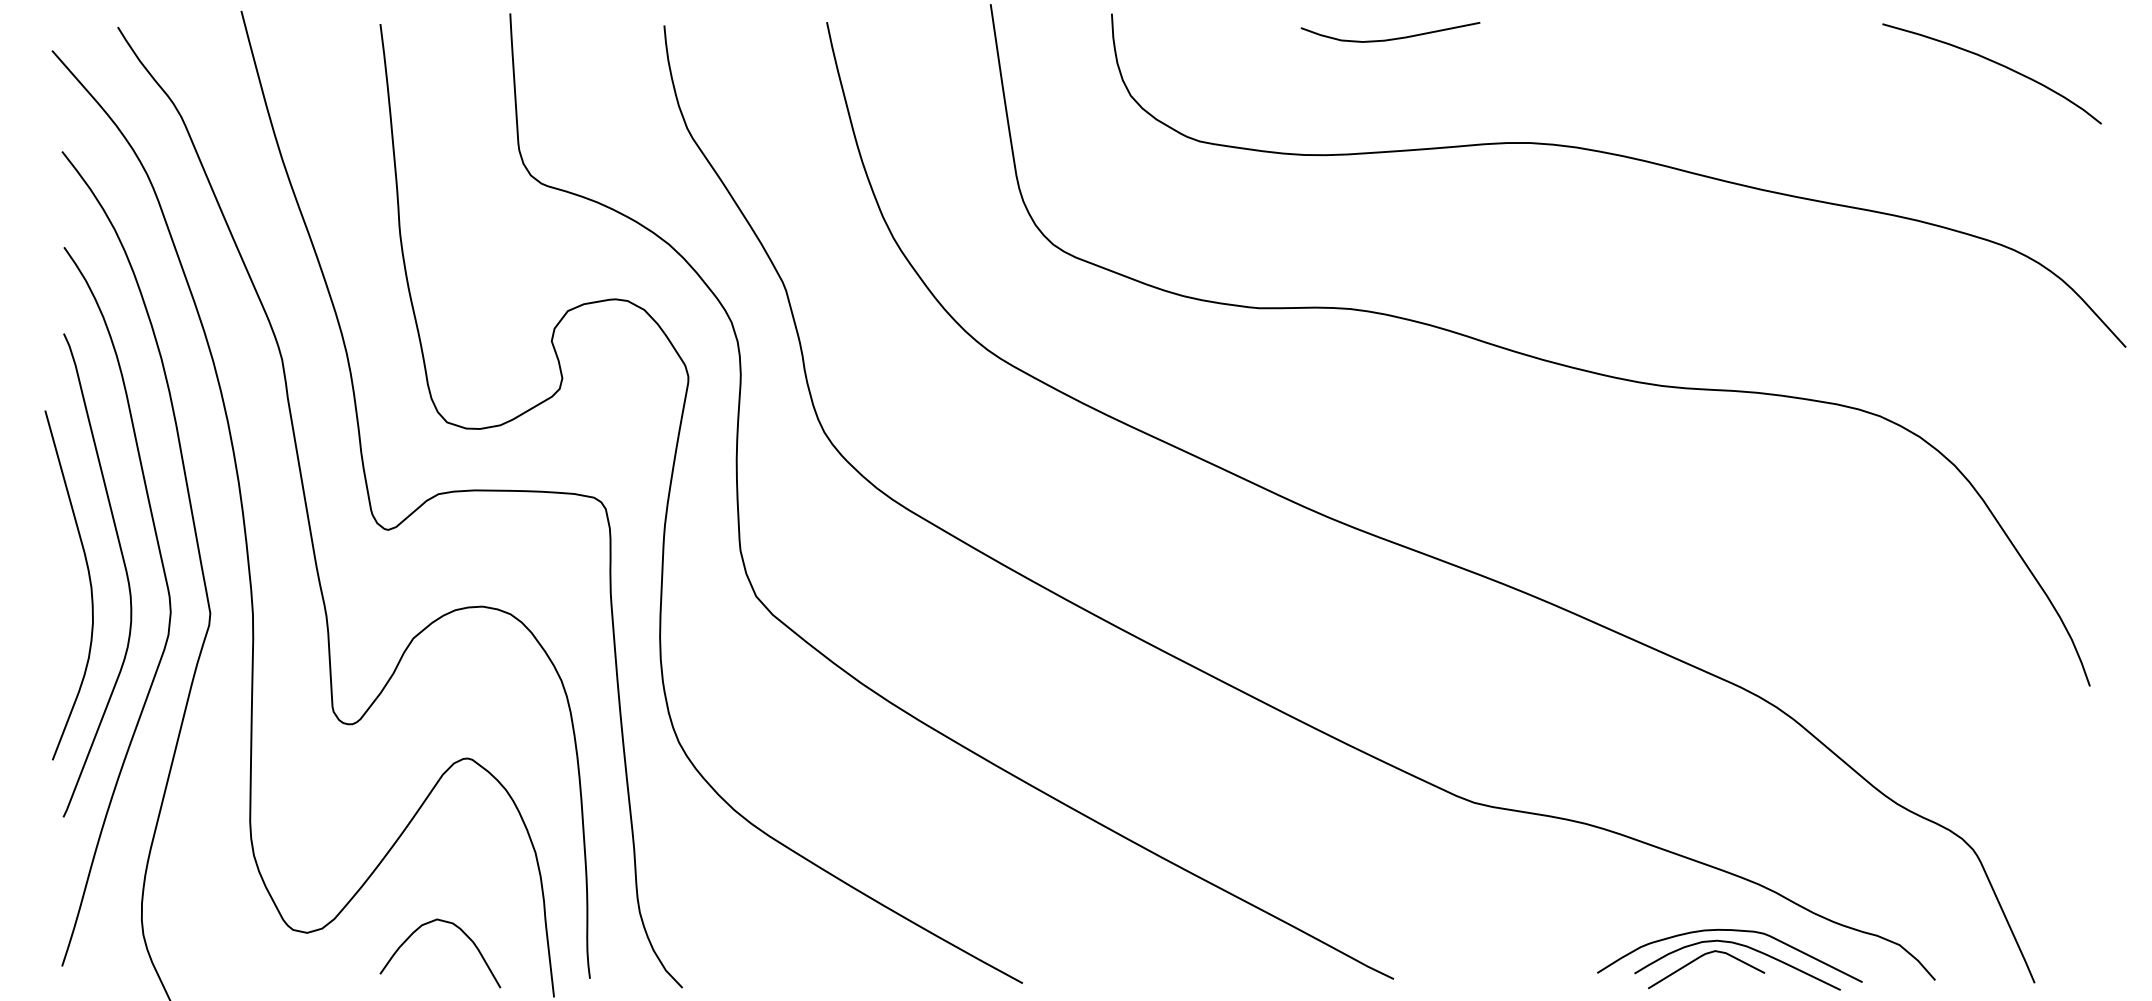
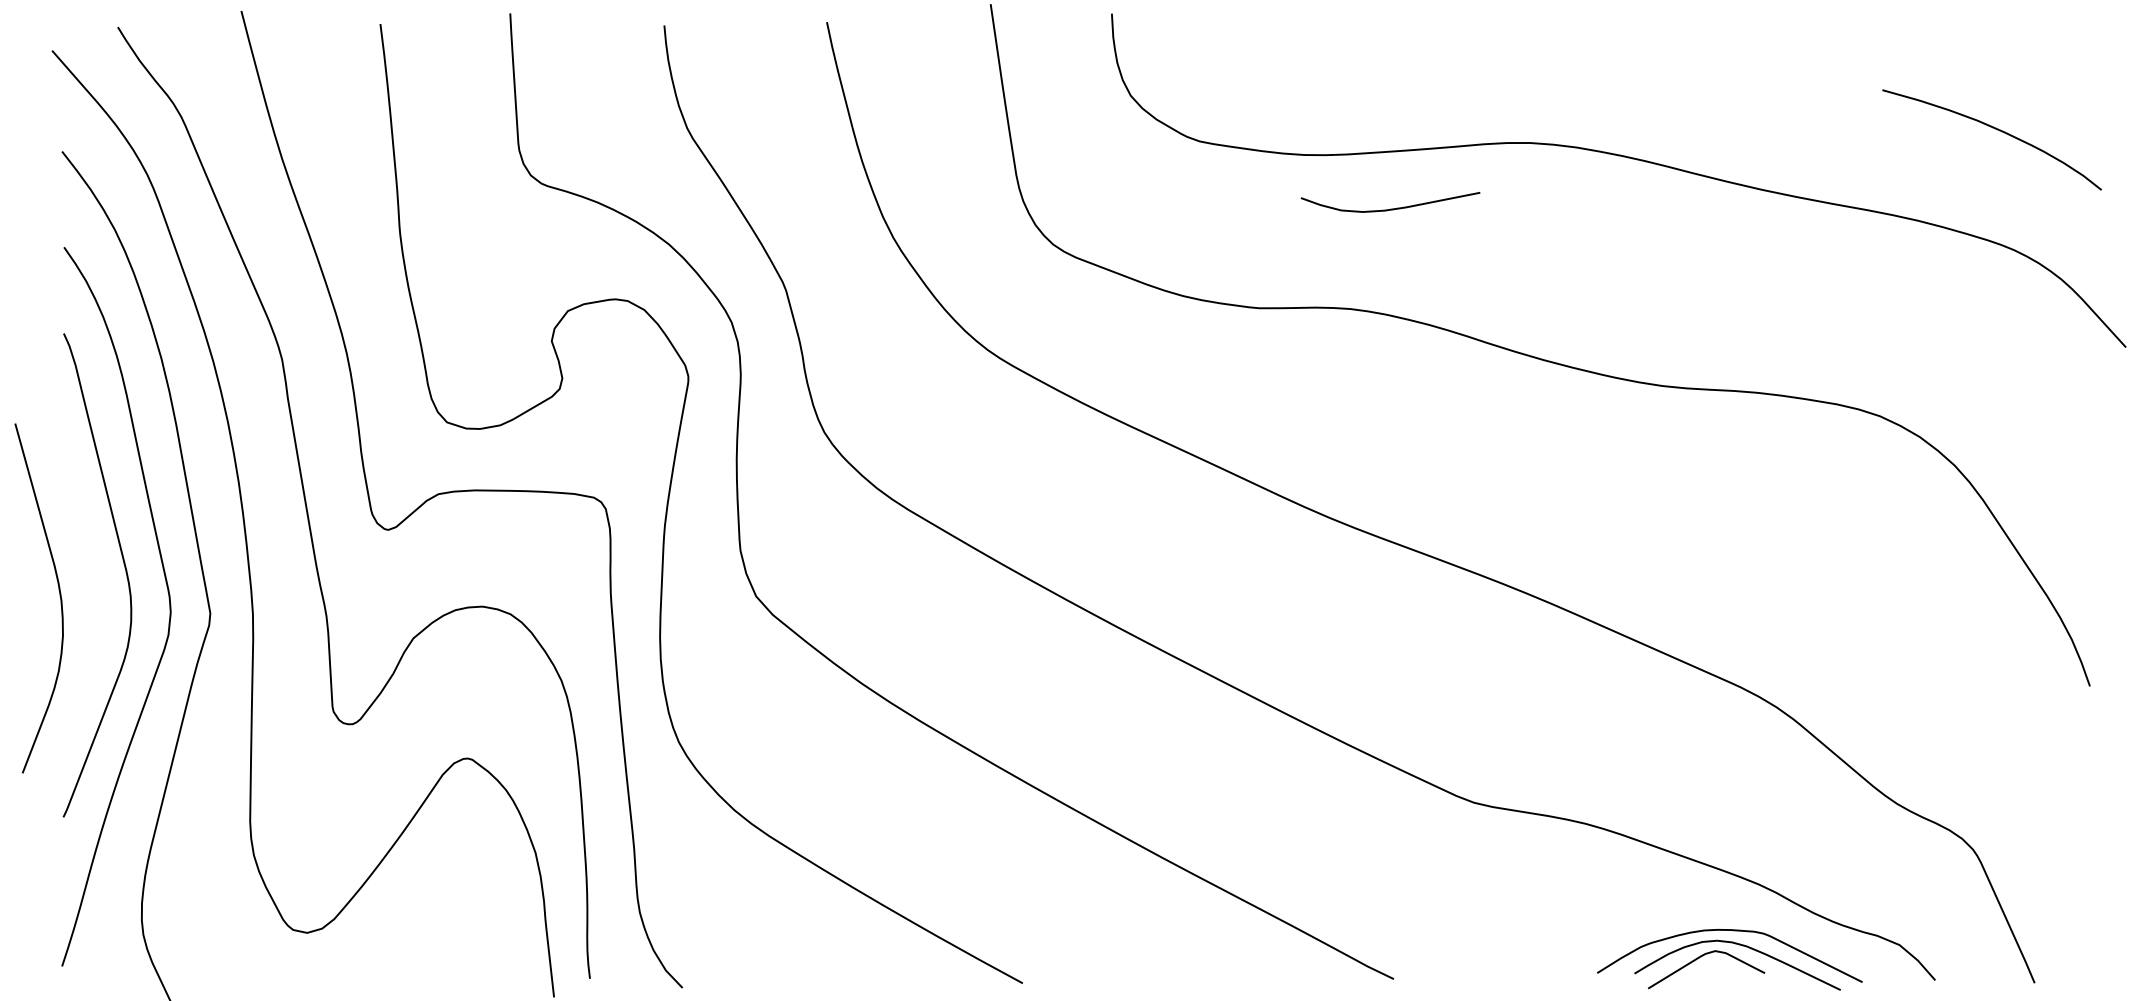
curve at (1390, 38) position: (1390, 38) -> (1390, 208)
curve at (1995, 63) position: (1995, 63) -> (1995, 129)
curve at (89, 583) position: (89, 583) -> (59, 596)
curve at (461, 931): present -> none
